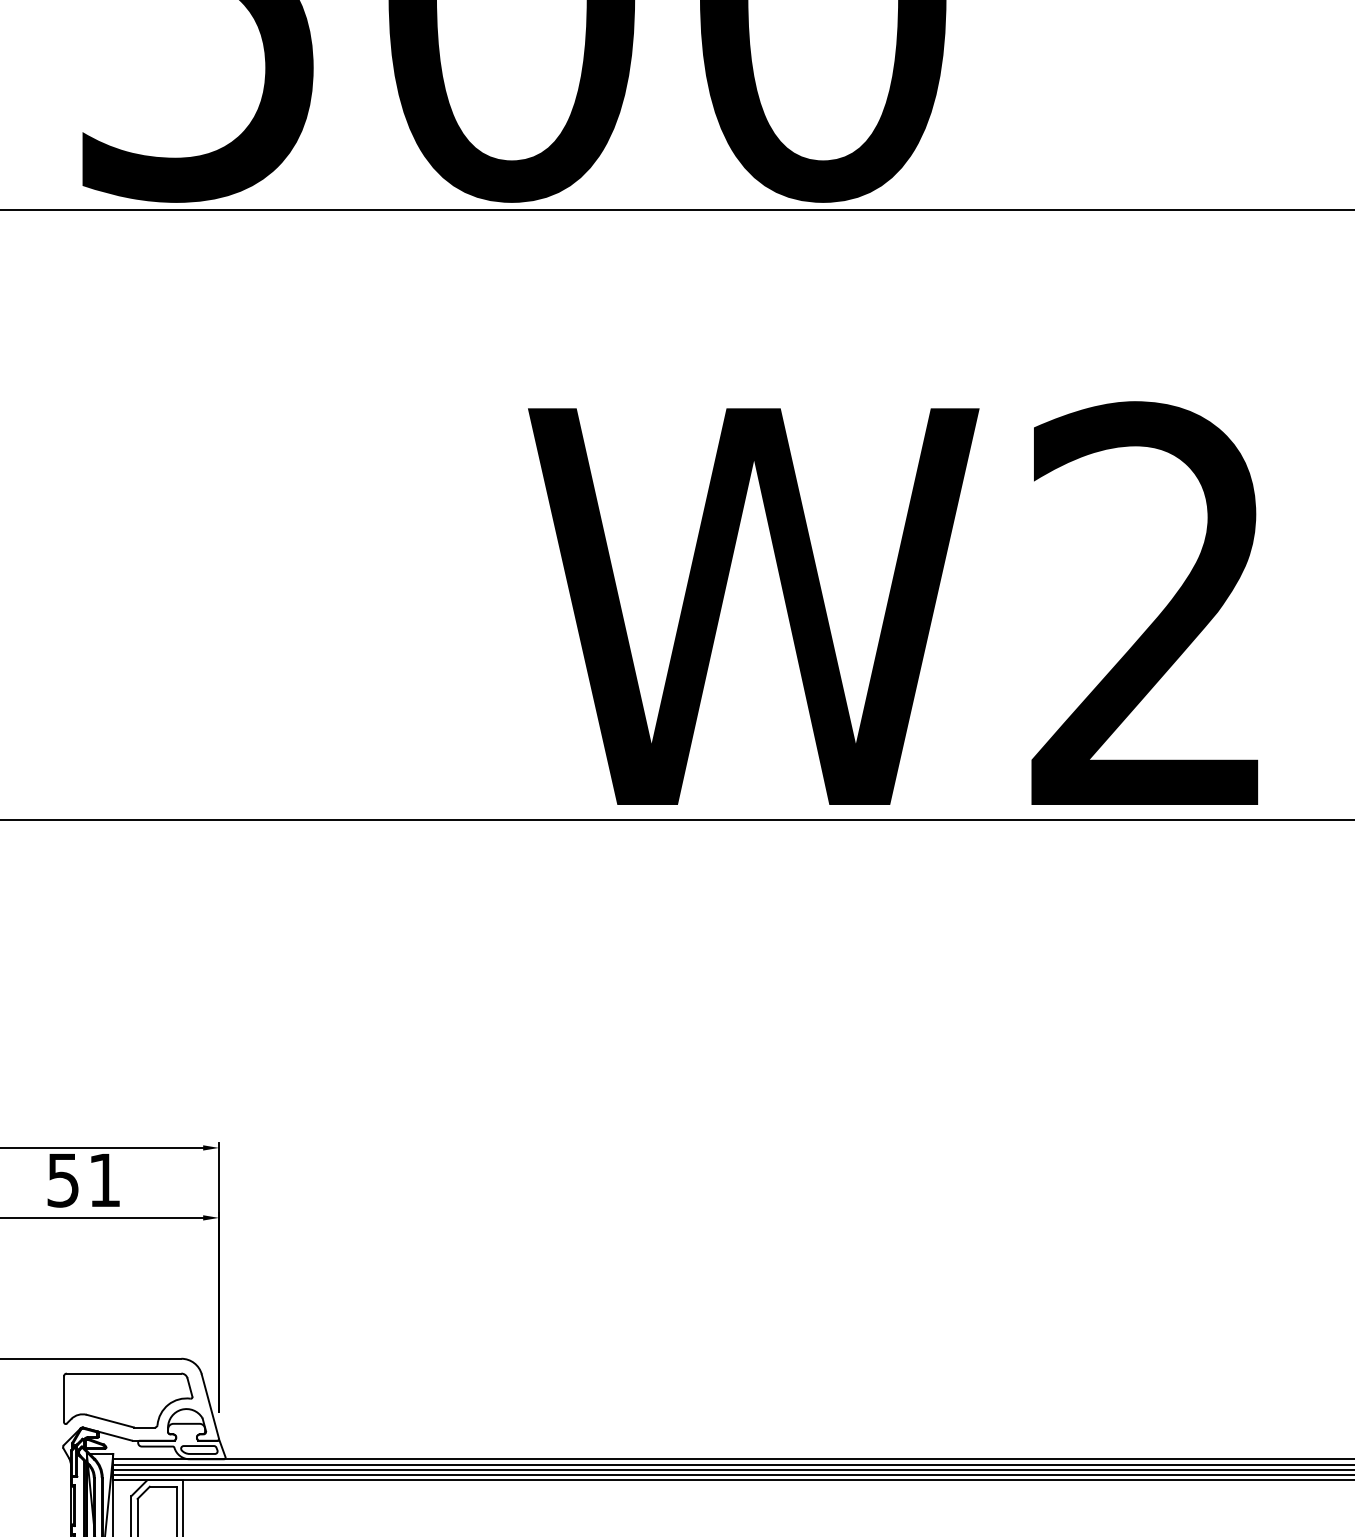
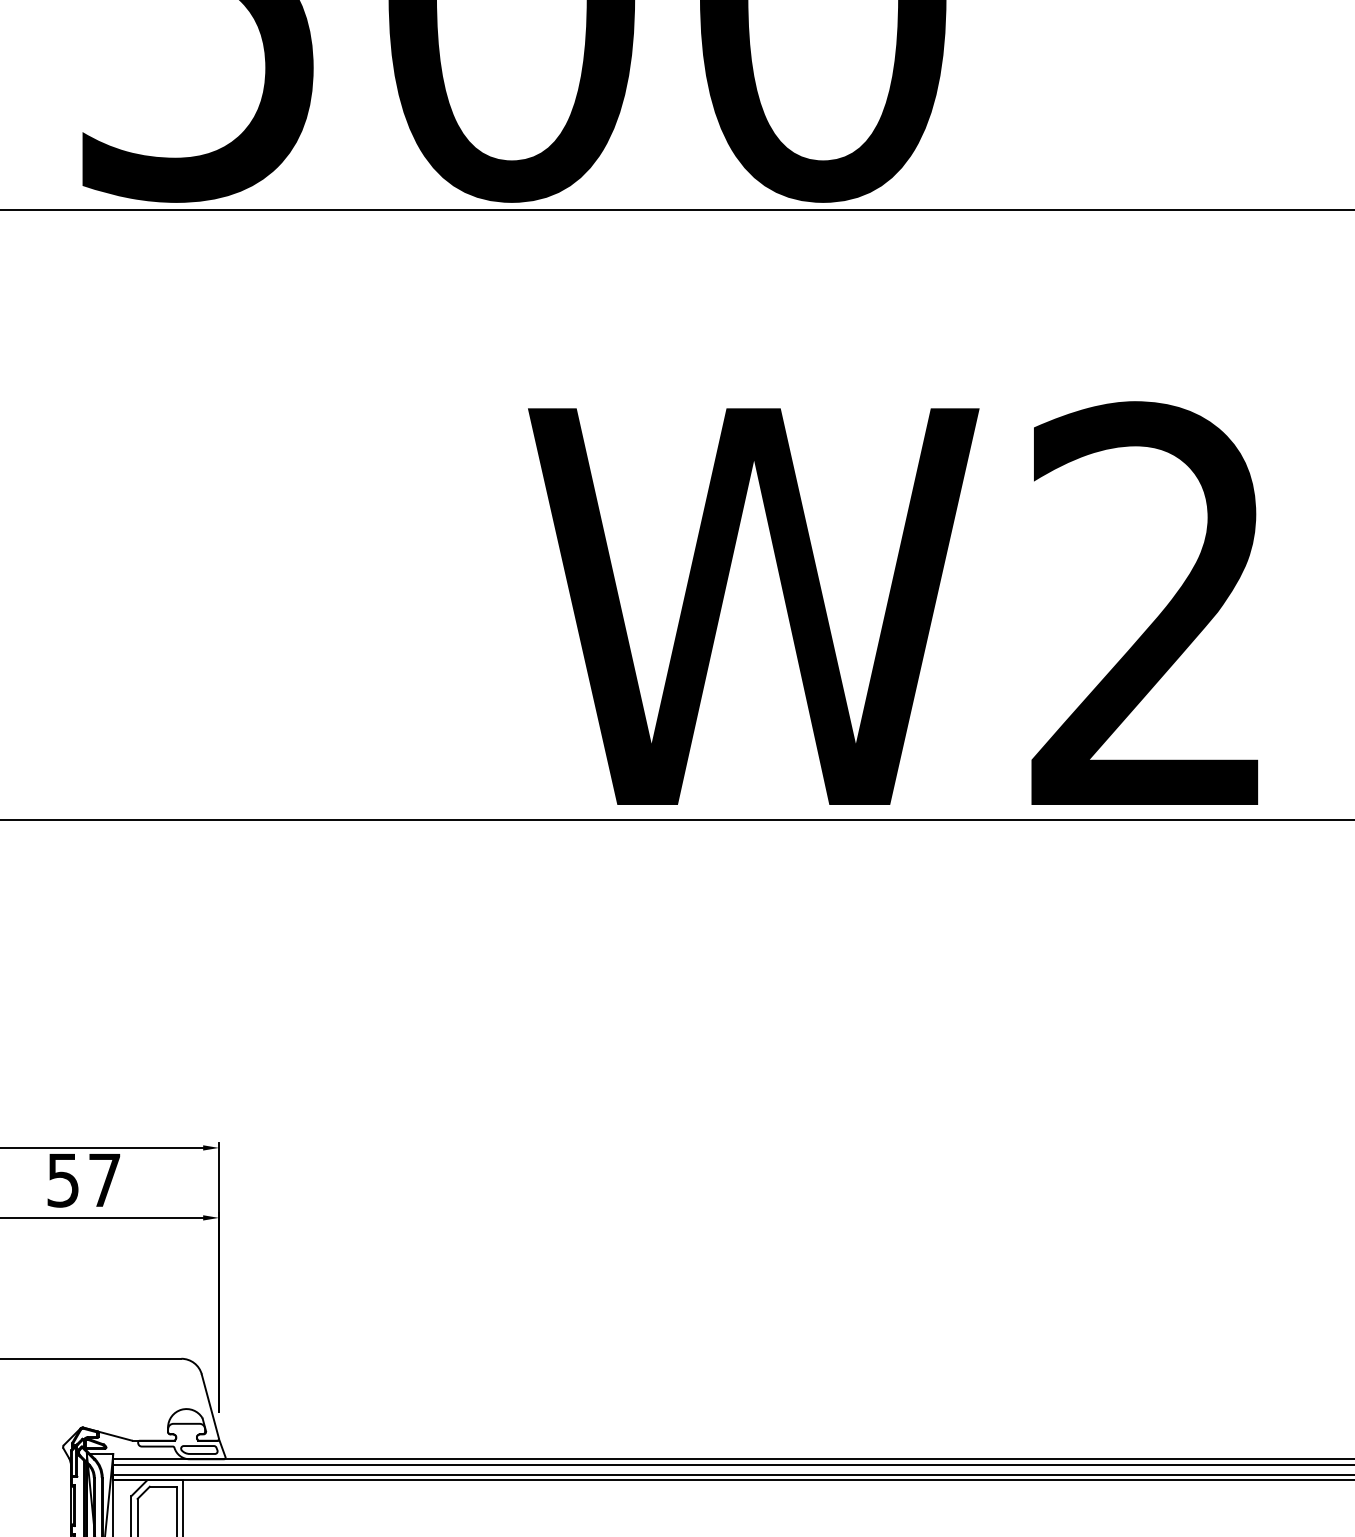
text at (104, 1180): 51 -> 57
part at (128, 1400): present -> none
line at (732, 1469): present -> none
